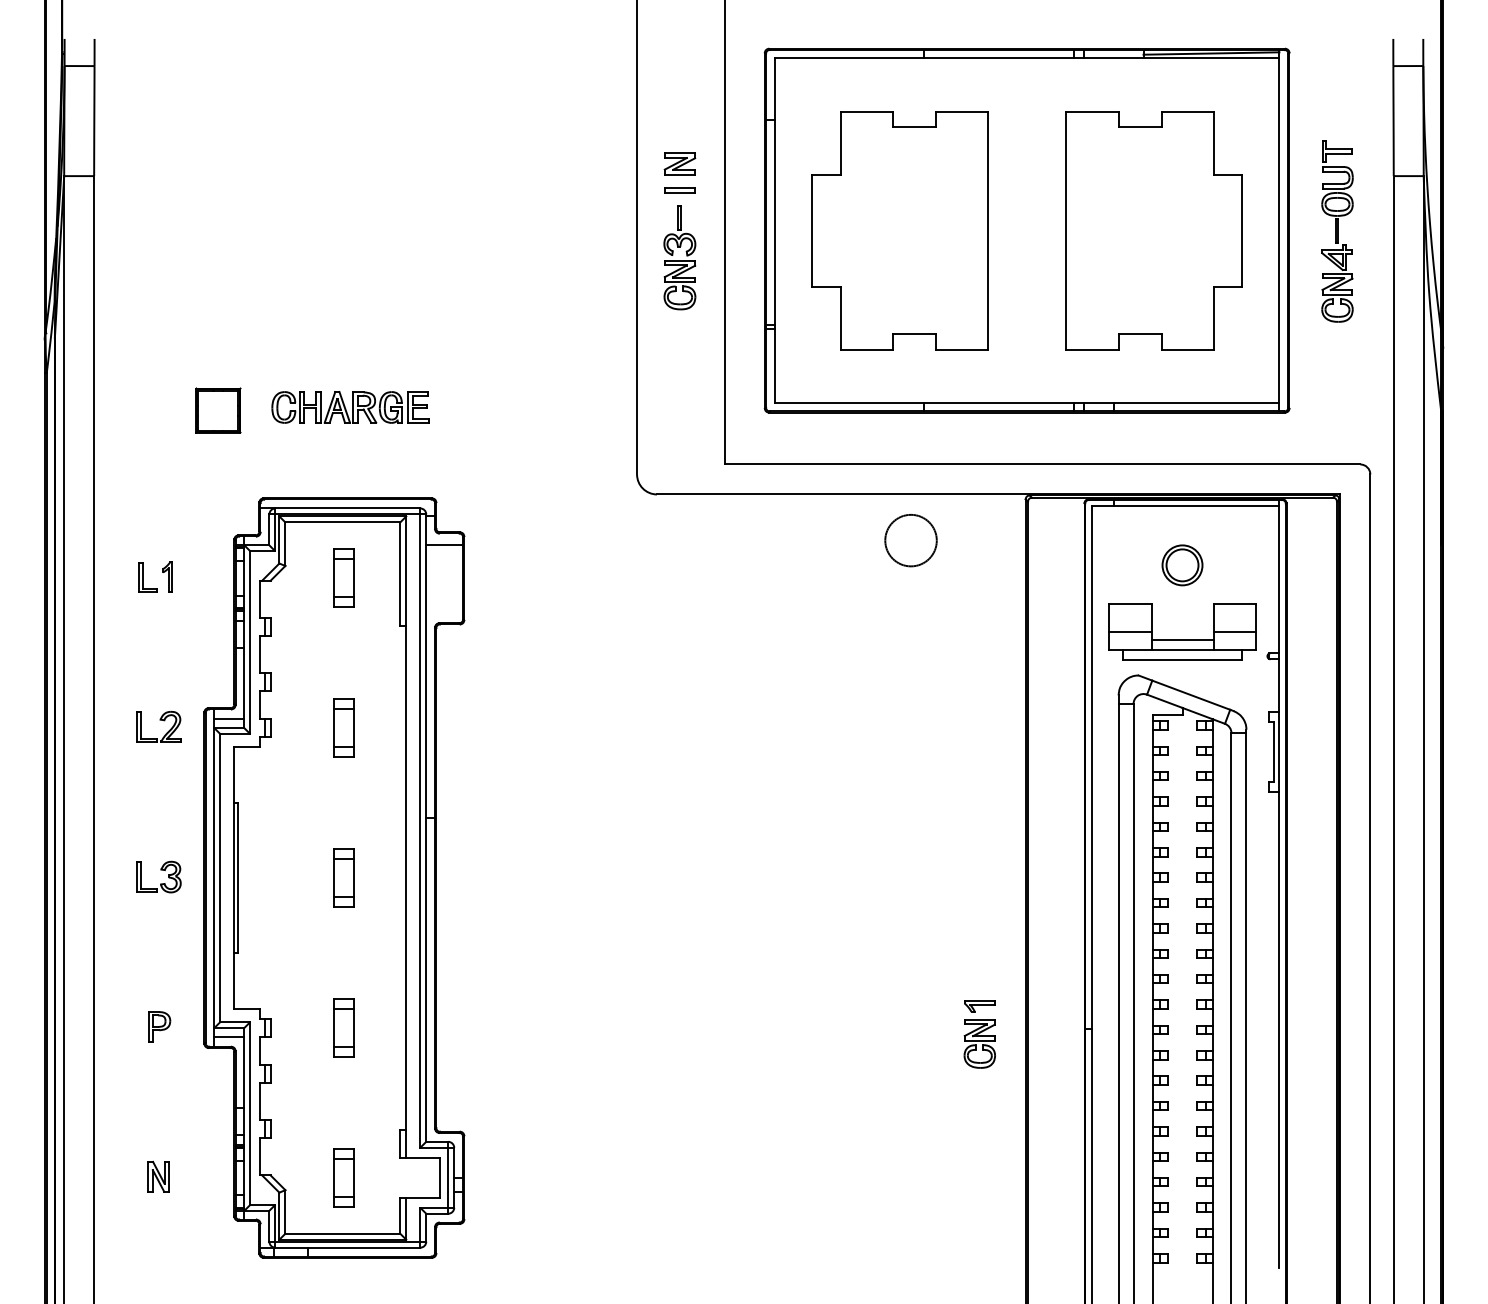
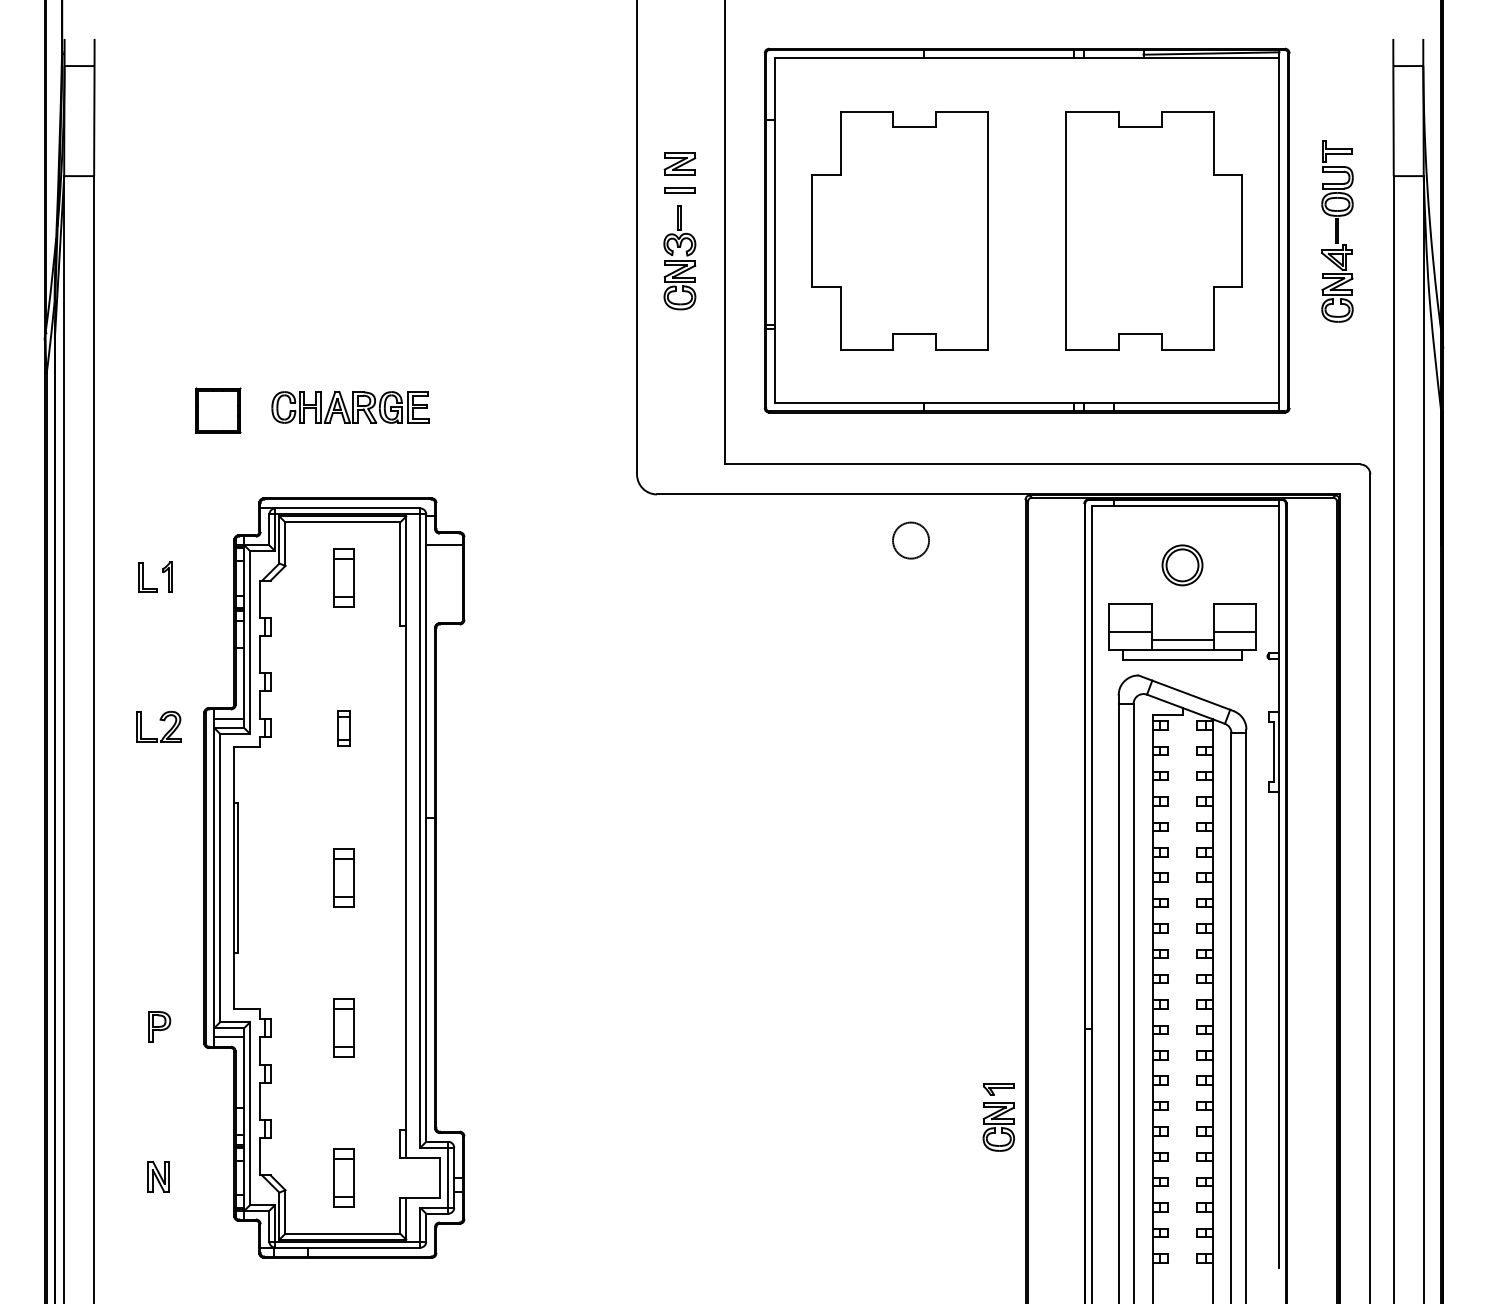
circle at (910, 540) diameter: 52 px -> 36 px
part at (343, 727) size: 22x60 px -> 14x37 px
part at (160, 870): present -> none
part at (979, 1034) position: (979, 1034) -> (998, 1117)
